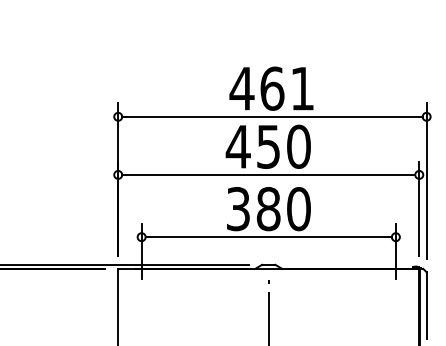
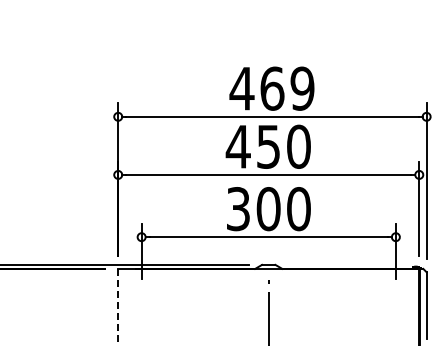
text at (302, 88): 461 -> 469
text at (268, 209): 380 -> 300
line at (118, 307): solid -> dashed
